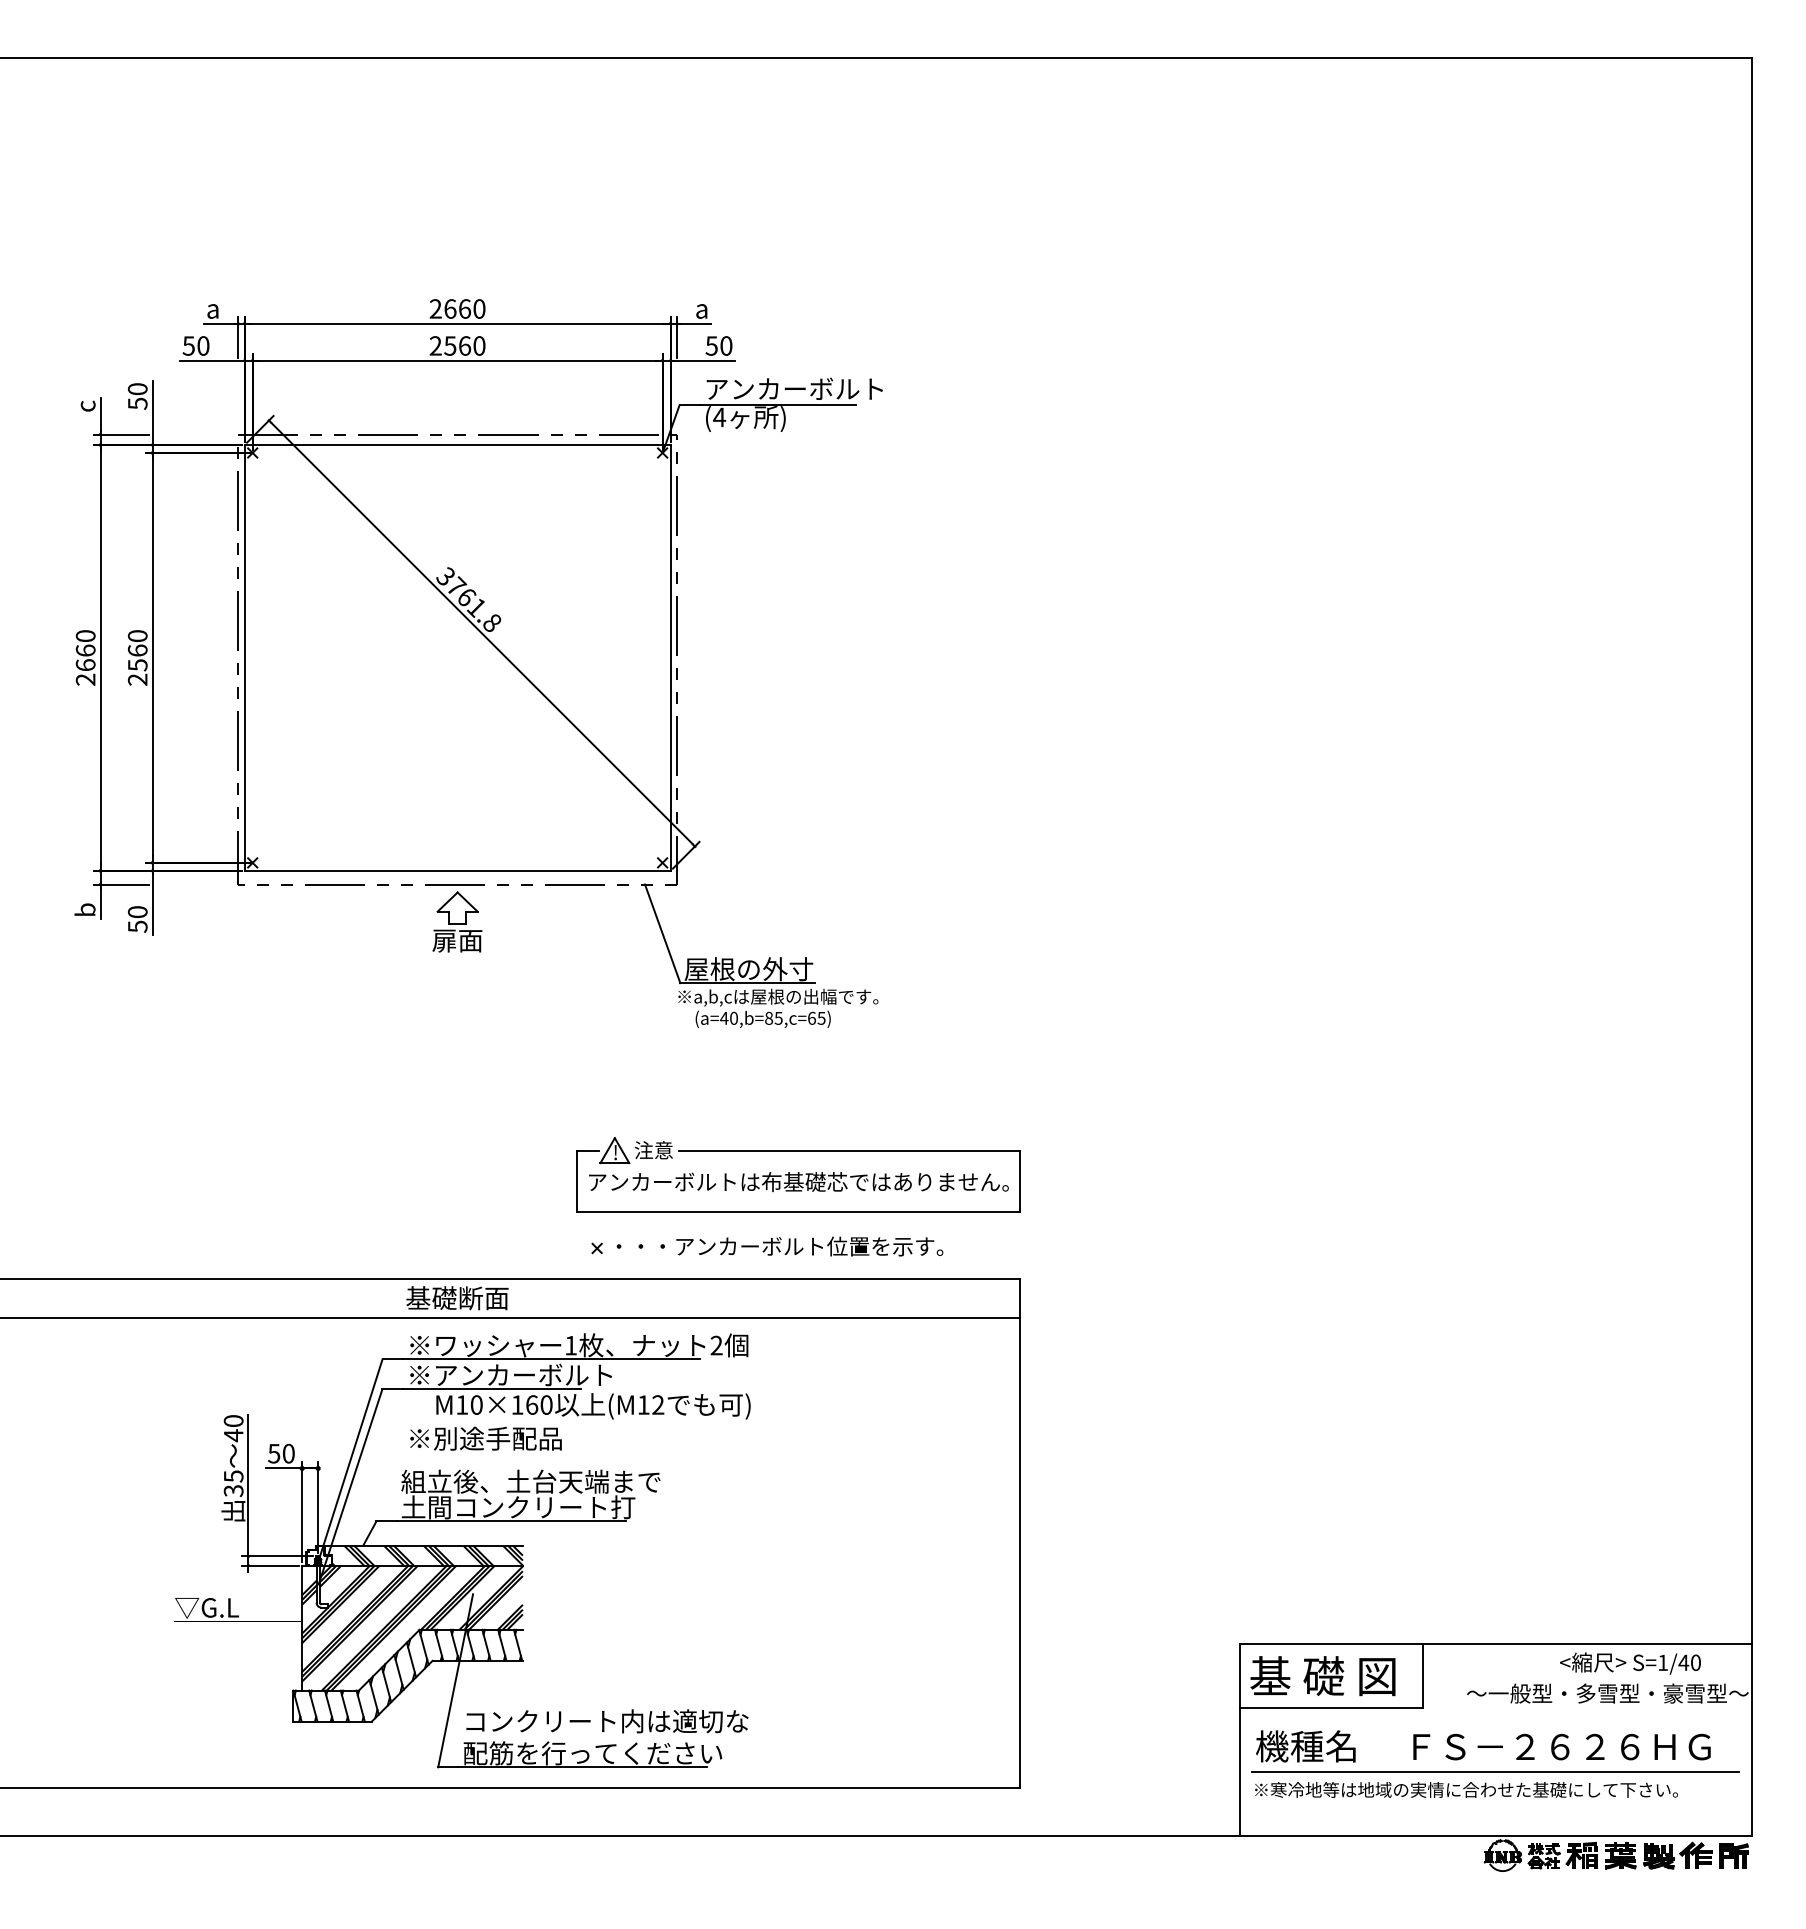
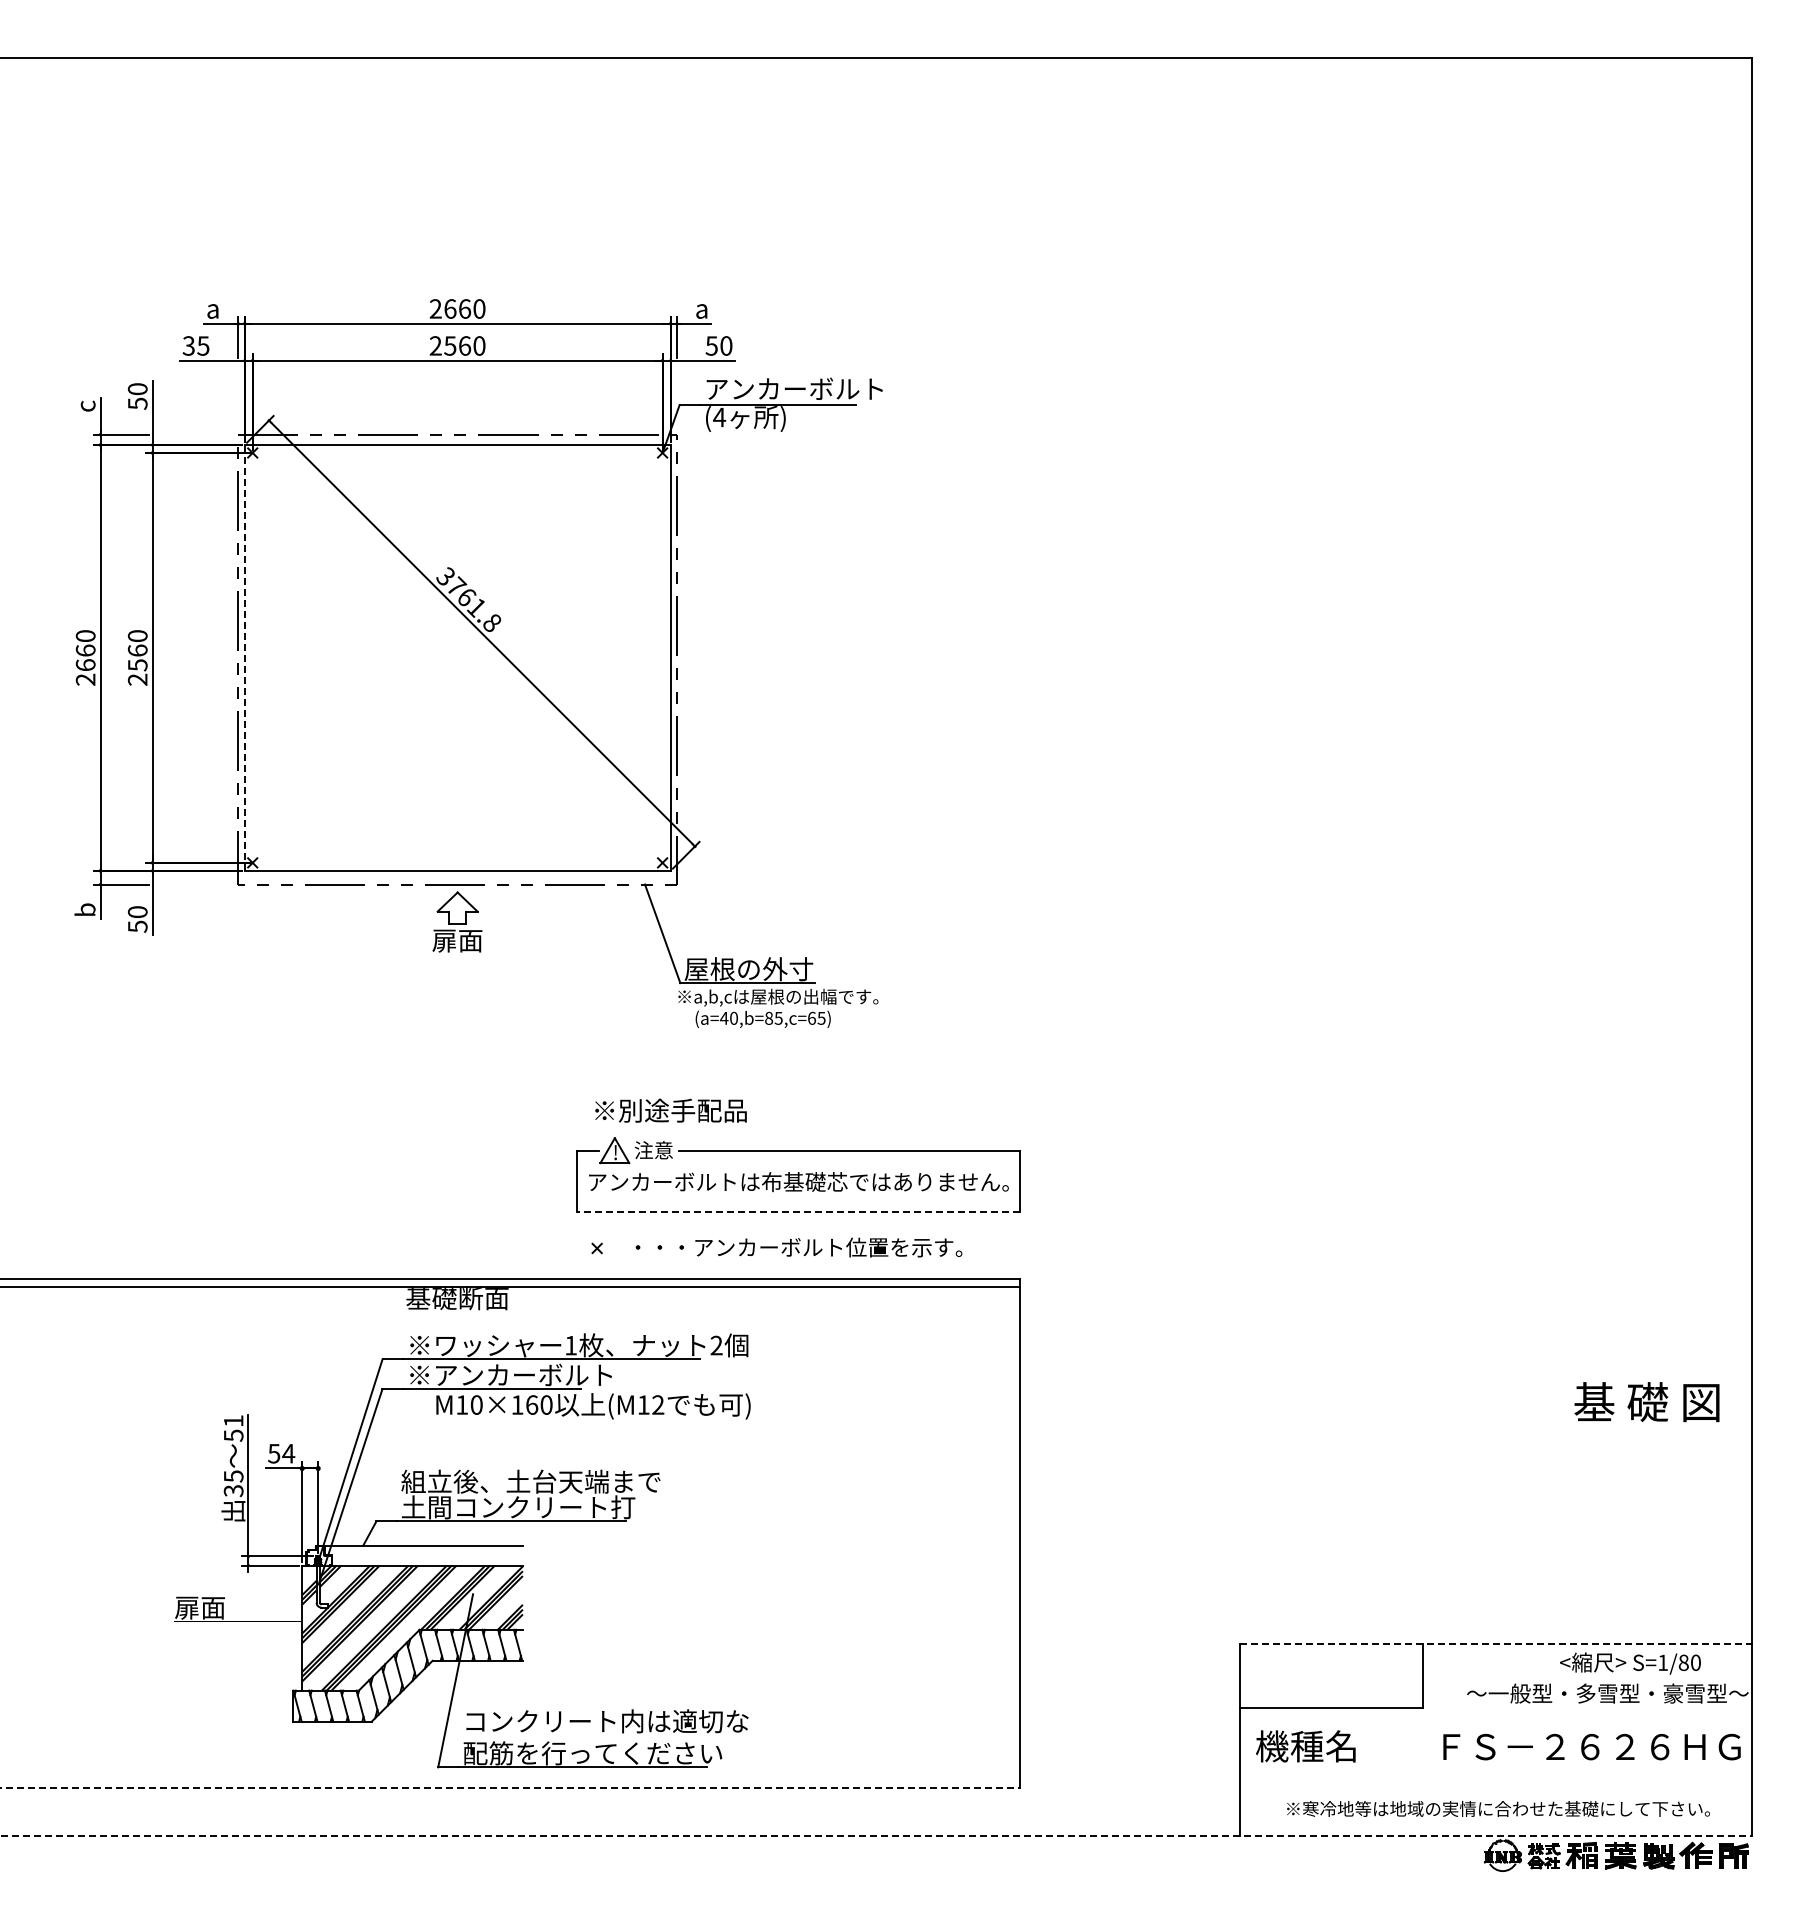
text at (196, 345): 50 -> 35
line at (244, 657): solid -> dashed
line at (798, 1211): solid -> dashed
text at (779, 1246) position: (779, 1246) -> (798, 1247)
line at (510, 1317) position: (510, 1317) -> (510, 1286)
text at (233, 1428): 40 -> 51
text at (485, 1438) position: (485, 1438) -> (670, 1110)
text at (288, 1453): 50 -> 54
hatch at (427, 1555): present -> none
text at (206, 1607): ▽G.L -> 扉面
line at (1496, 1643): solid -> dashed
text at (1683, 1662): S=1/40 -> S=1/80
text at (1322, 1676) position: (1322, 1676) -> (1646, 1402)
text at (1561, 1746) position: (1561, 1746) -> (1591, 1746)
line at (1495, 1772): present -> none
line at (510, 1788): solid -> dashed
text at (1466, 1789) position: (1466, 1789) -> (1498, 1808)
line at (876, 1836): solid -> dashed
